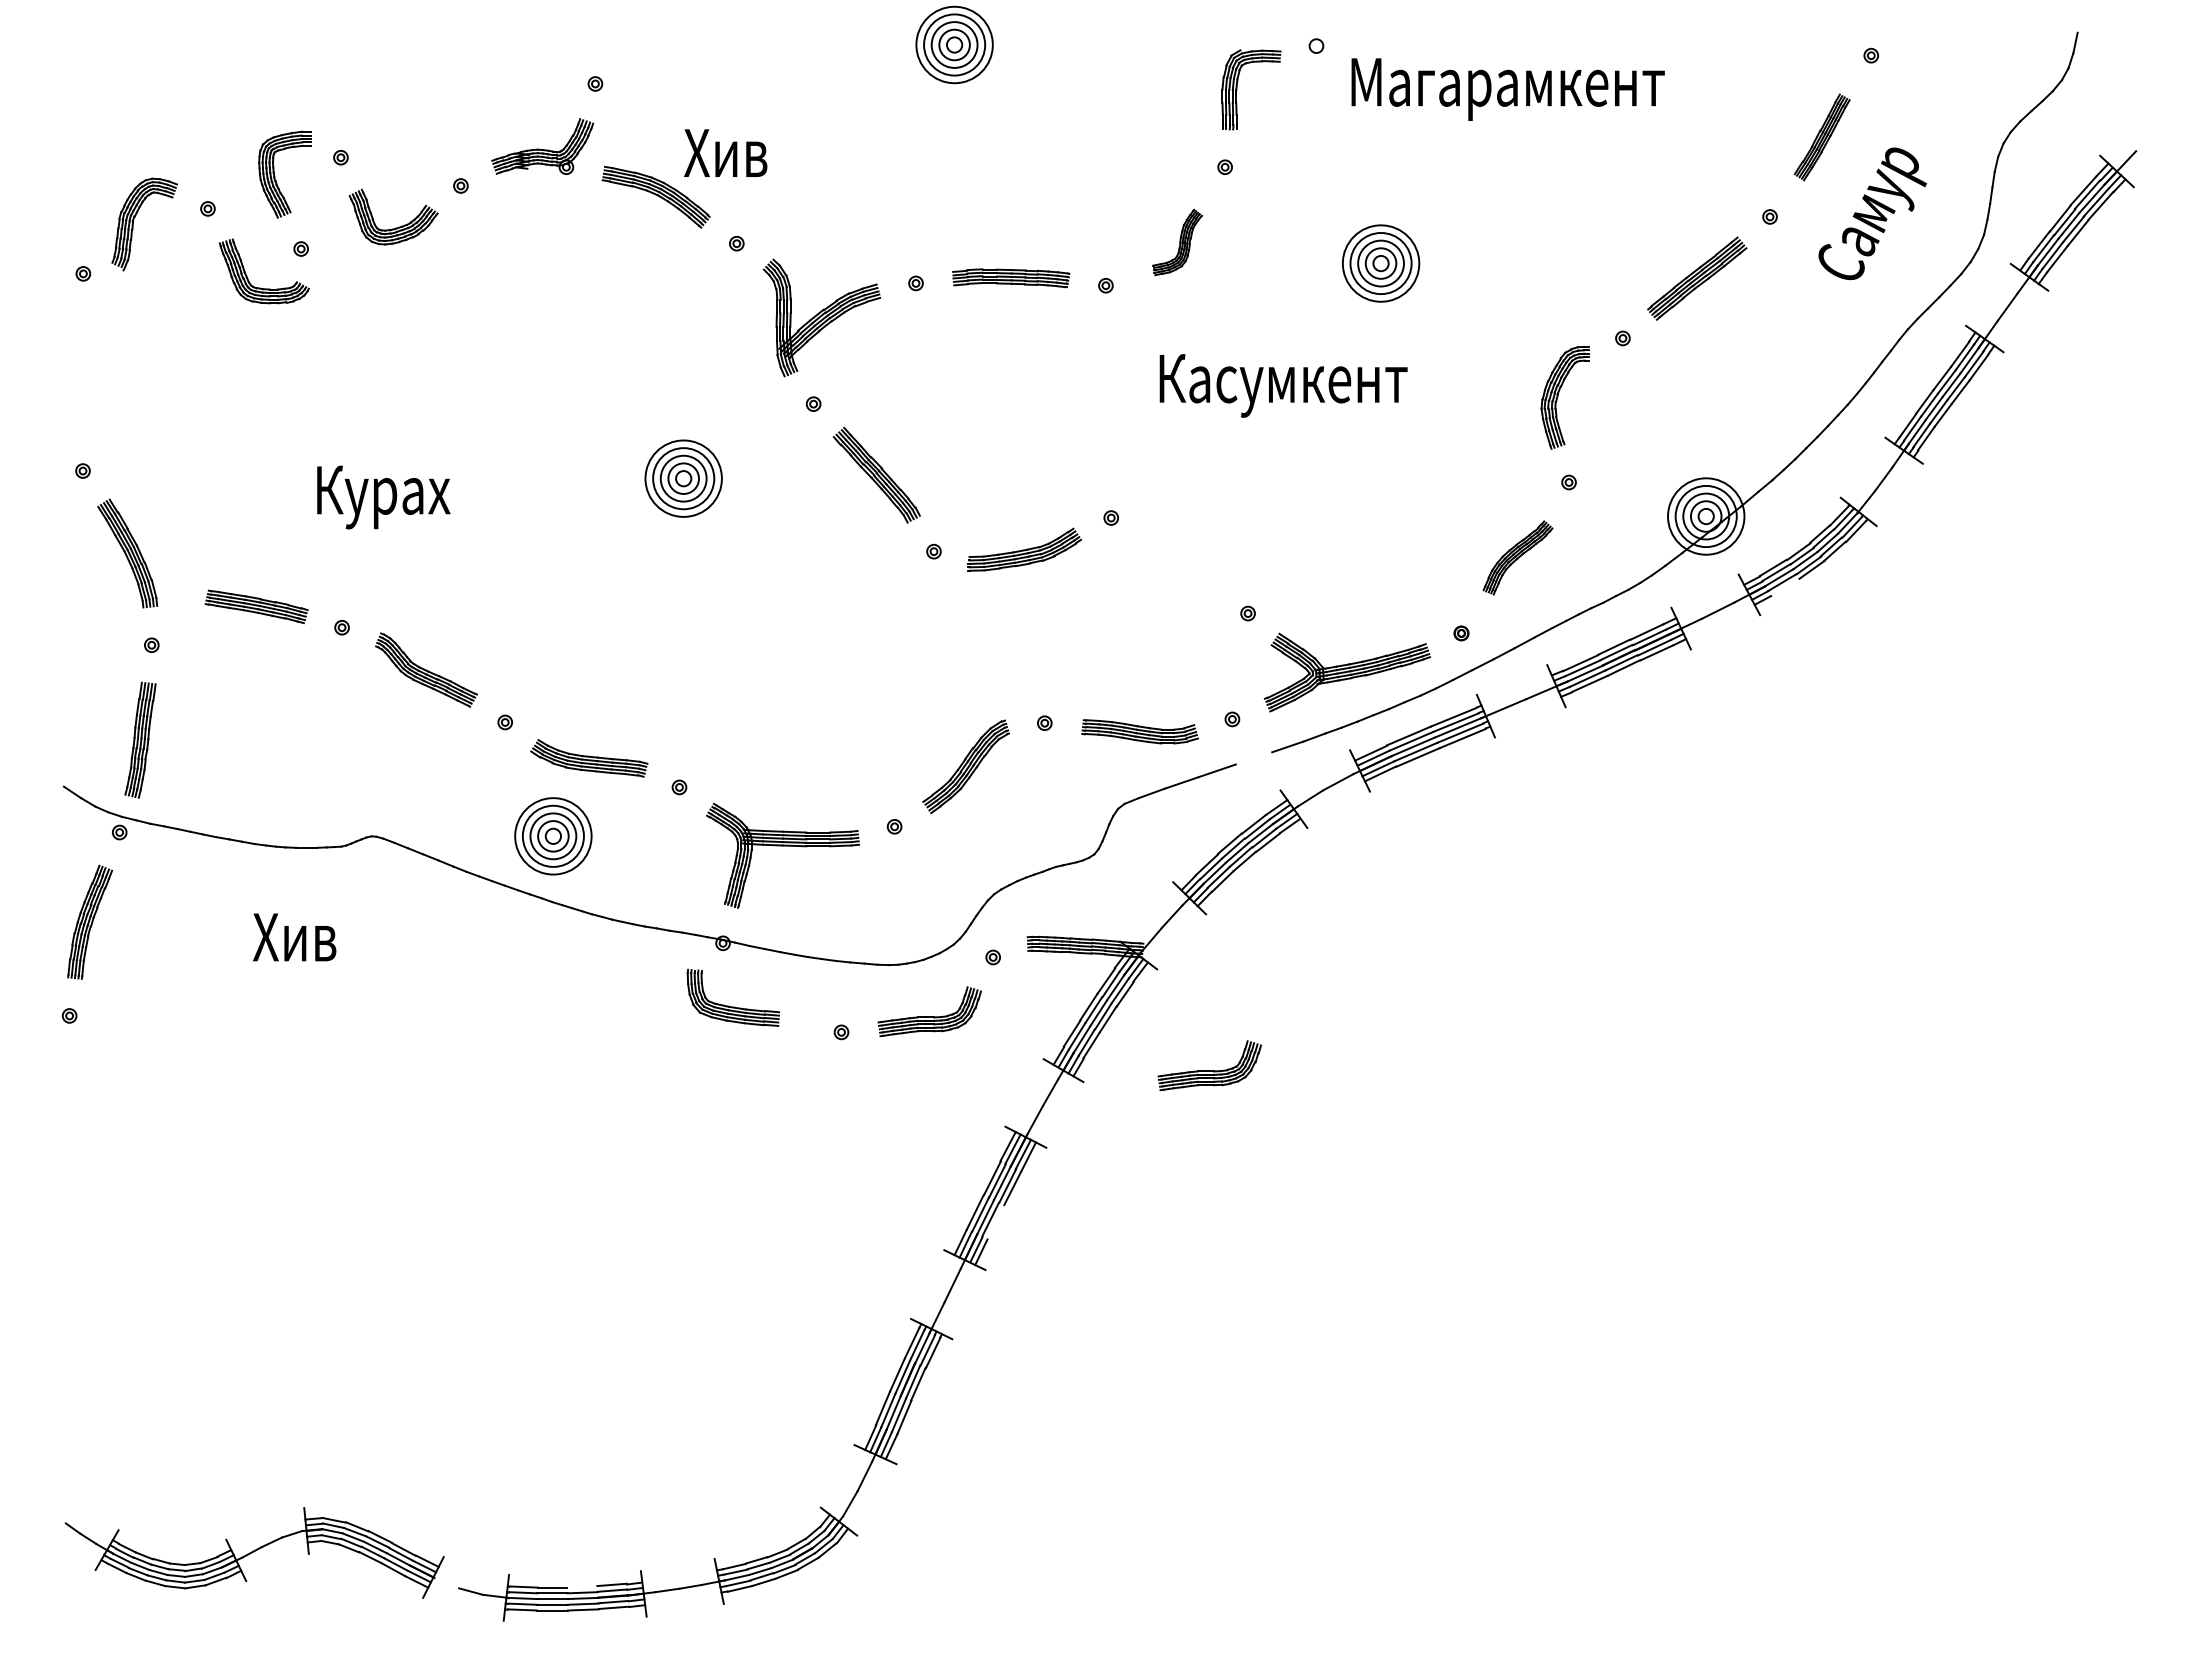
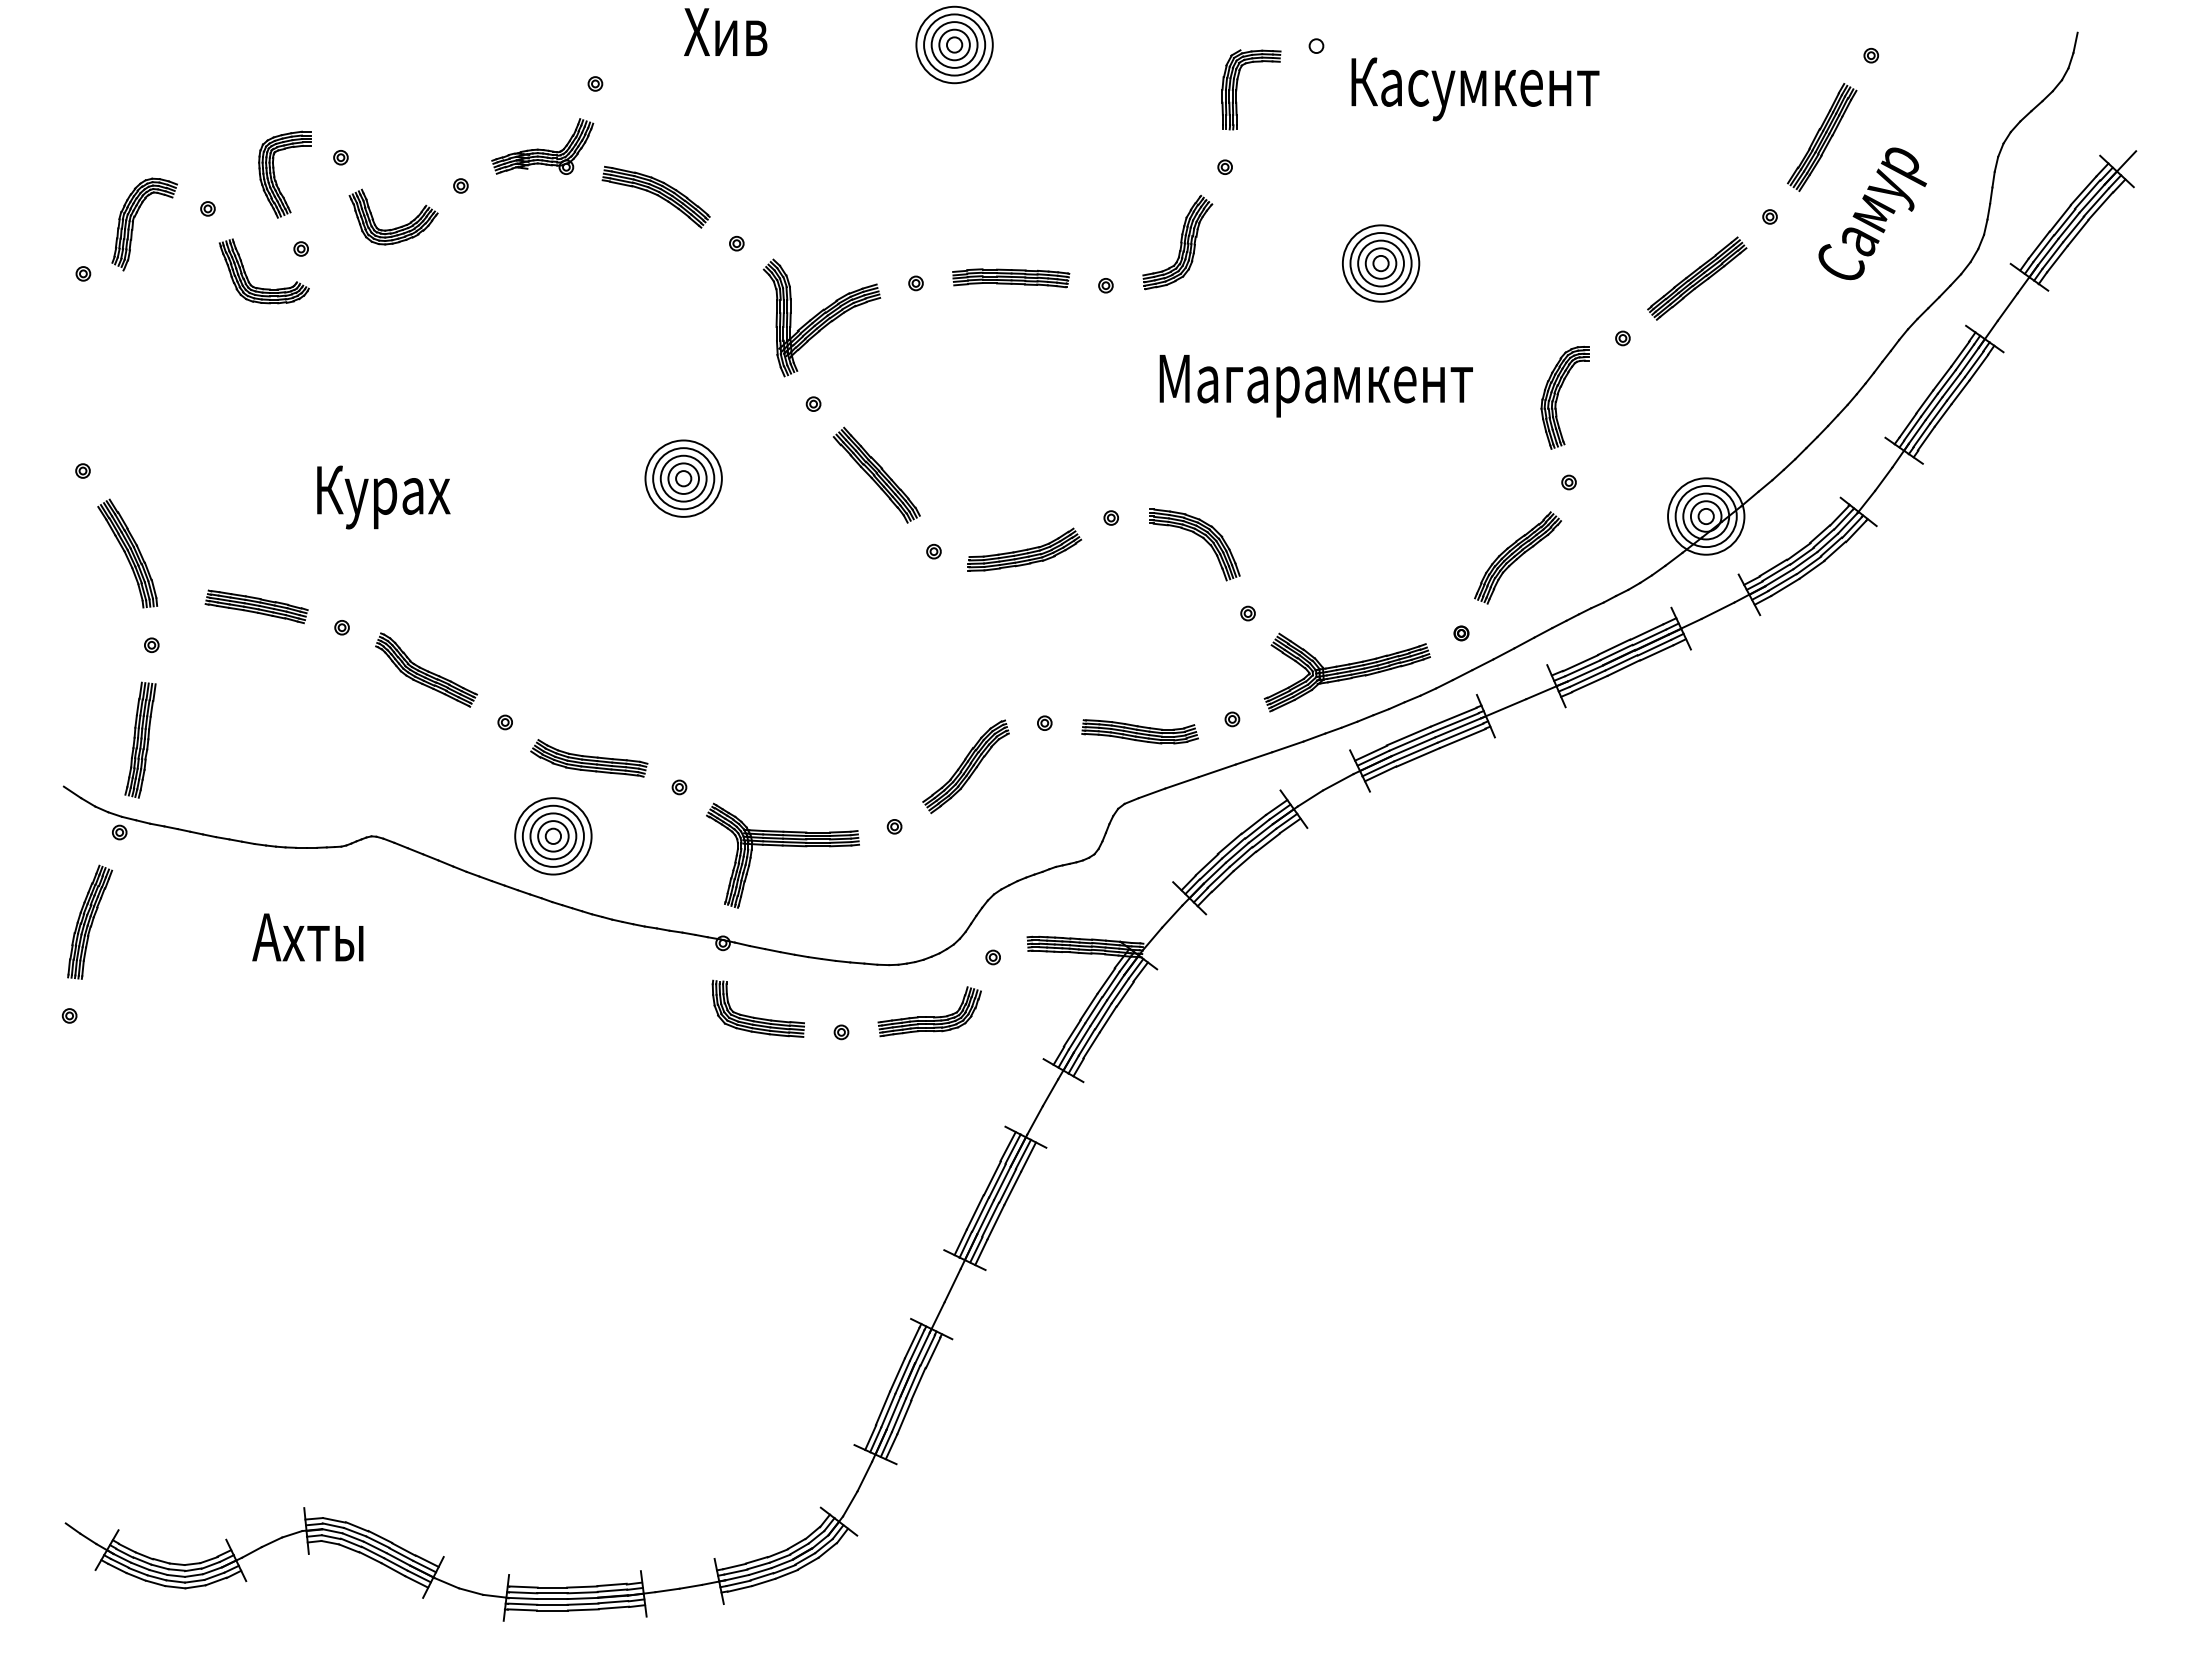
text at (1509, 89): Магарамкент -> Касумкент
part at (1821, 137) size: 58x89 px -> 71x109 px
text at (725, 152) position: (725, 152) -> (725, 31)
part at (1177, 242) size: 51x69 px -> 72x97 px
text at (1317, 385): Касумкент -> Магарамкент
part at (1198, 536): none -> present
part at (1517, 557) size: 72x76 px -> 88x94 px
line at (1785, 587): none -> present
line at (1253, 758): none -> present
text at (307, 937): Хив -> Ахты
part at (728, 1005) position: (728, 1005) -> (753, 1016)
part at (1209, 1065): present -> none
line at (995, 1222): none -> present
line at (446, 1583): none -> present
line at (582, 1586): none -> present
